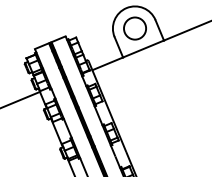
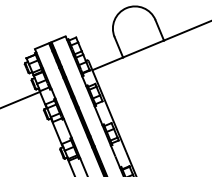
circle at (134, 28): present -> none
